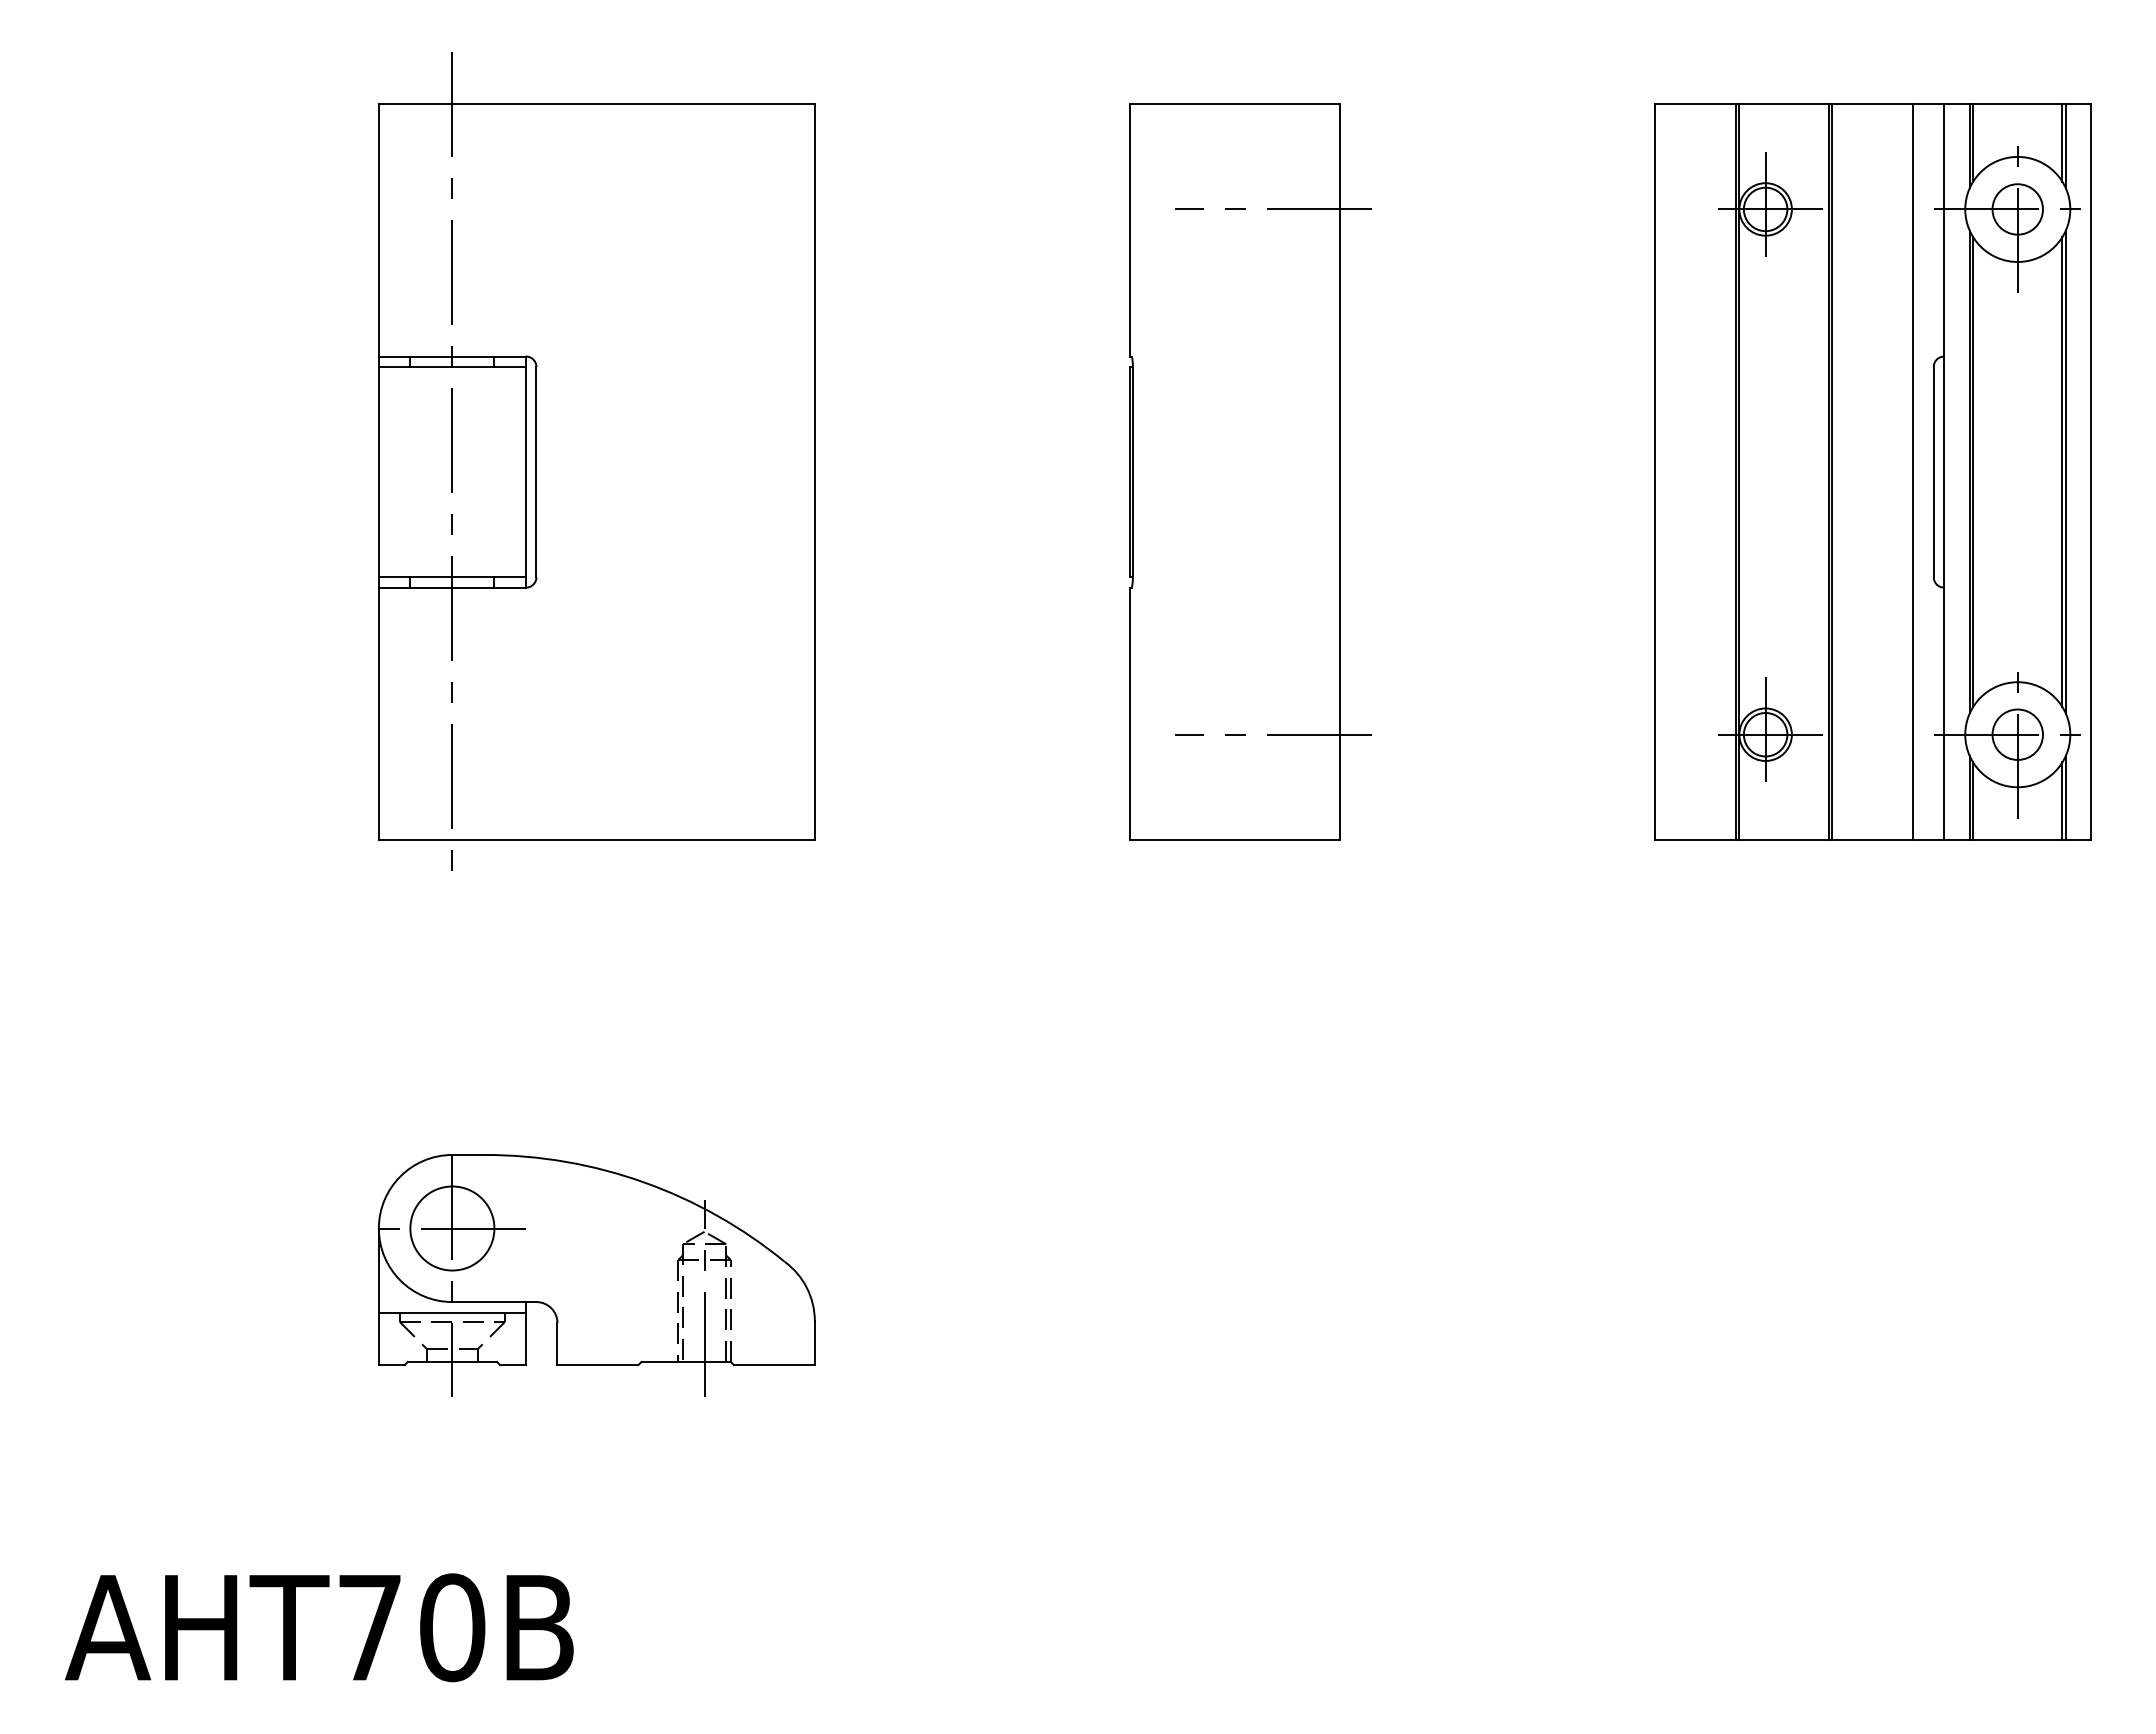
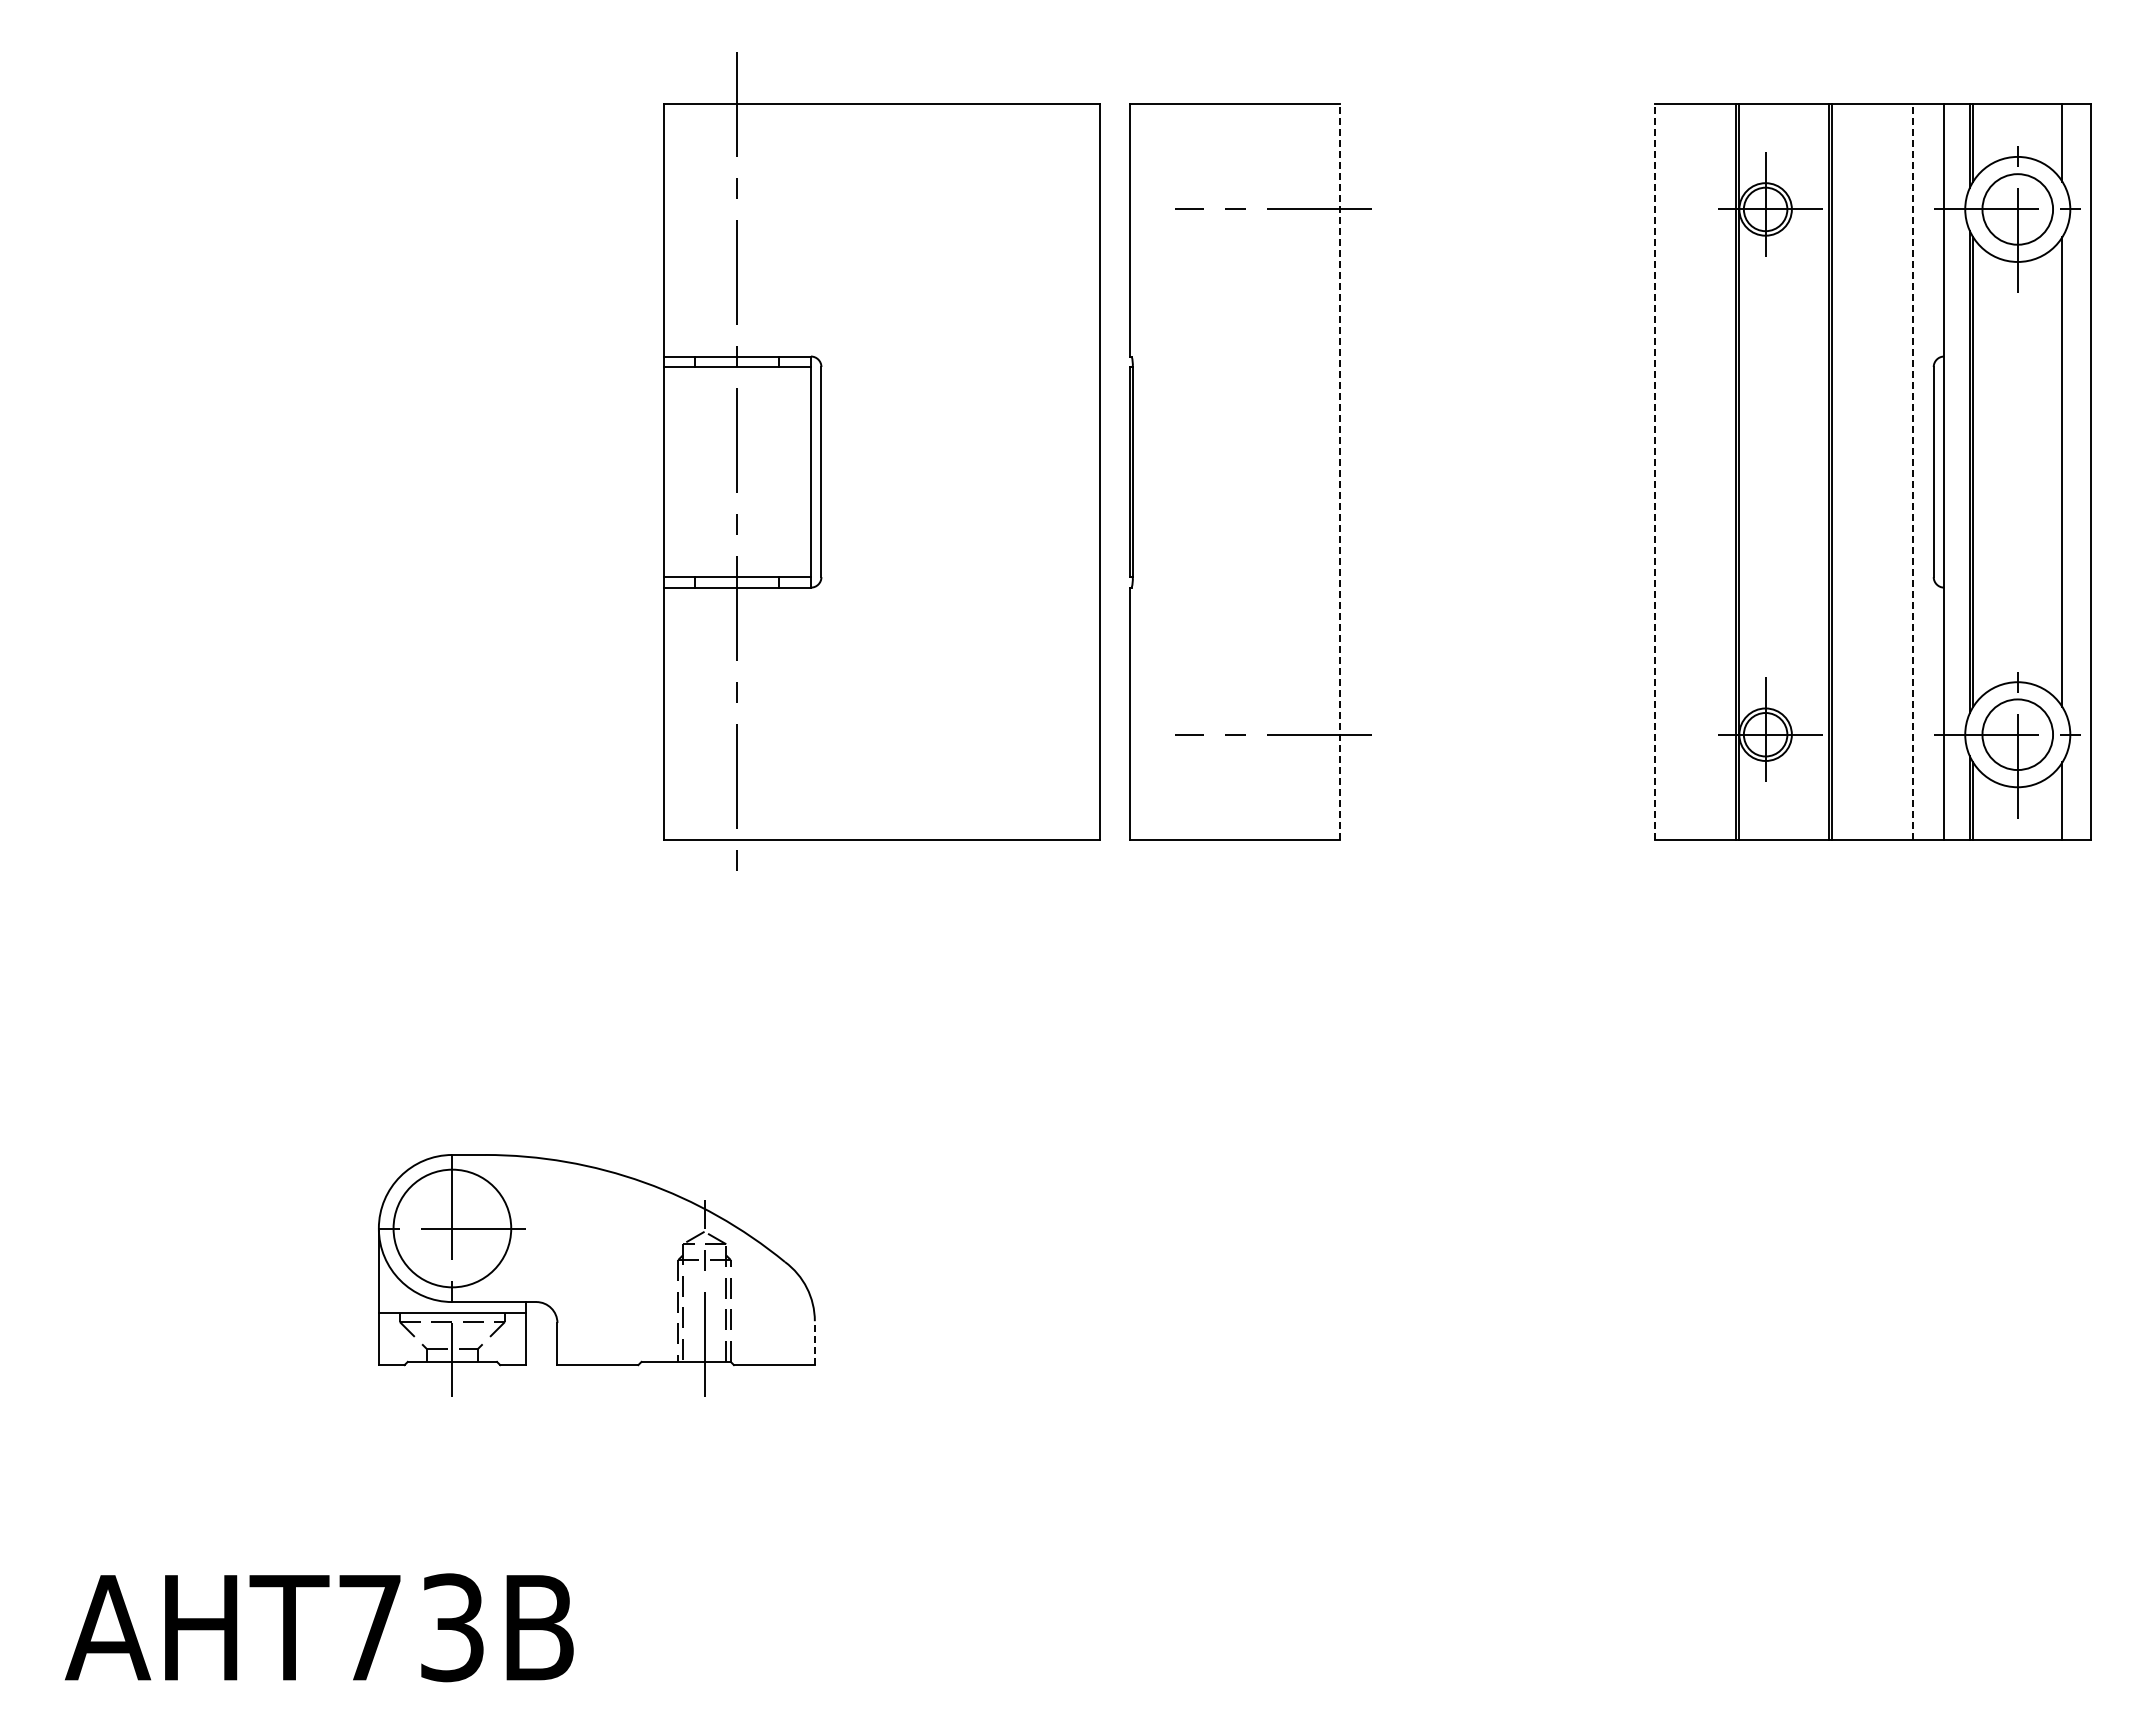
line at (2065, 145): present -> none
circle at (2017, 209) diameter: 50 px -> 71 px
part at (596, 461) position: (596, 461) -> (881, 461)
line at (2065, 471): present -> none
line at (1340, 472): solid -> dashed
line at (1655, 472): solid -> dashed
line at (1912, 472): solid -> dashed
circle at (2017, 734) diameter: 50 px -> 71 px
line at (2065, 797): present -> none
circle at (452, 1228) diameter: 84 px -> 118 px
line at (814, 1343): solid -> dashed
text at (452, 1627): AHT70B -> AHT73B
